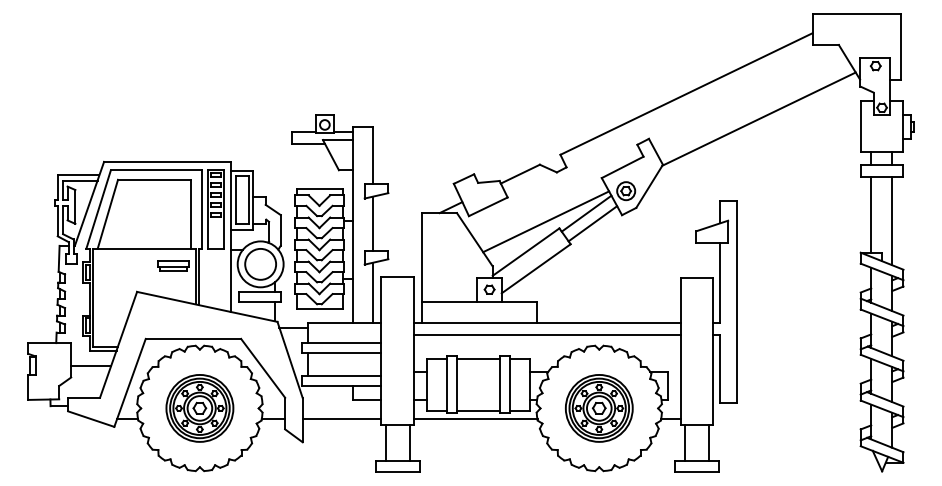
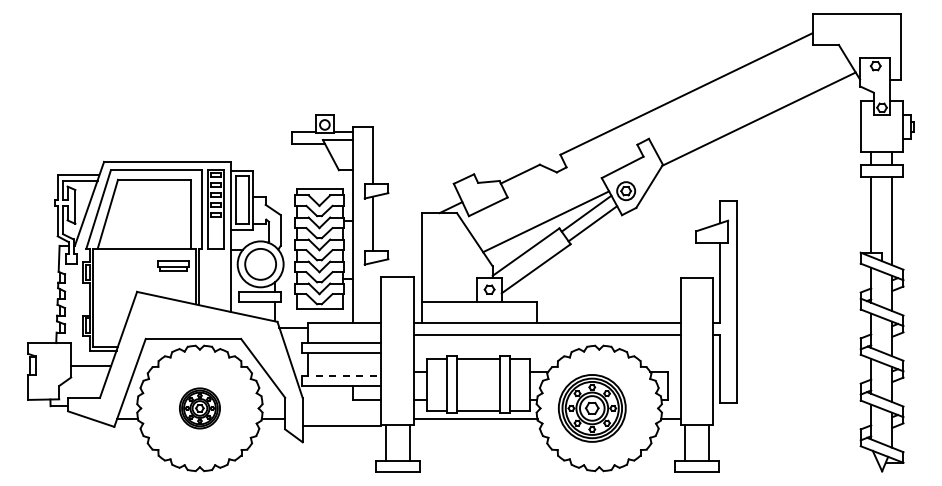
line at (373, 292): present -> none
line at (342, 375): solid -> dashed
part at (199, 408) size: 70x69 px -> 42x43 px
part at (598, 408) position: (598, 408) -> (591, 408)
line at (341, 419) position: (341, 419) -> (341, 426)
